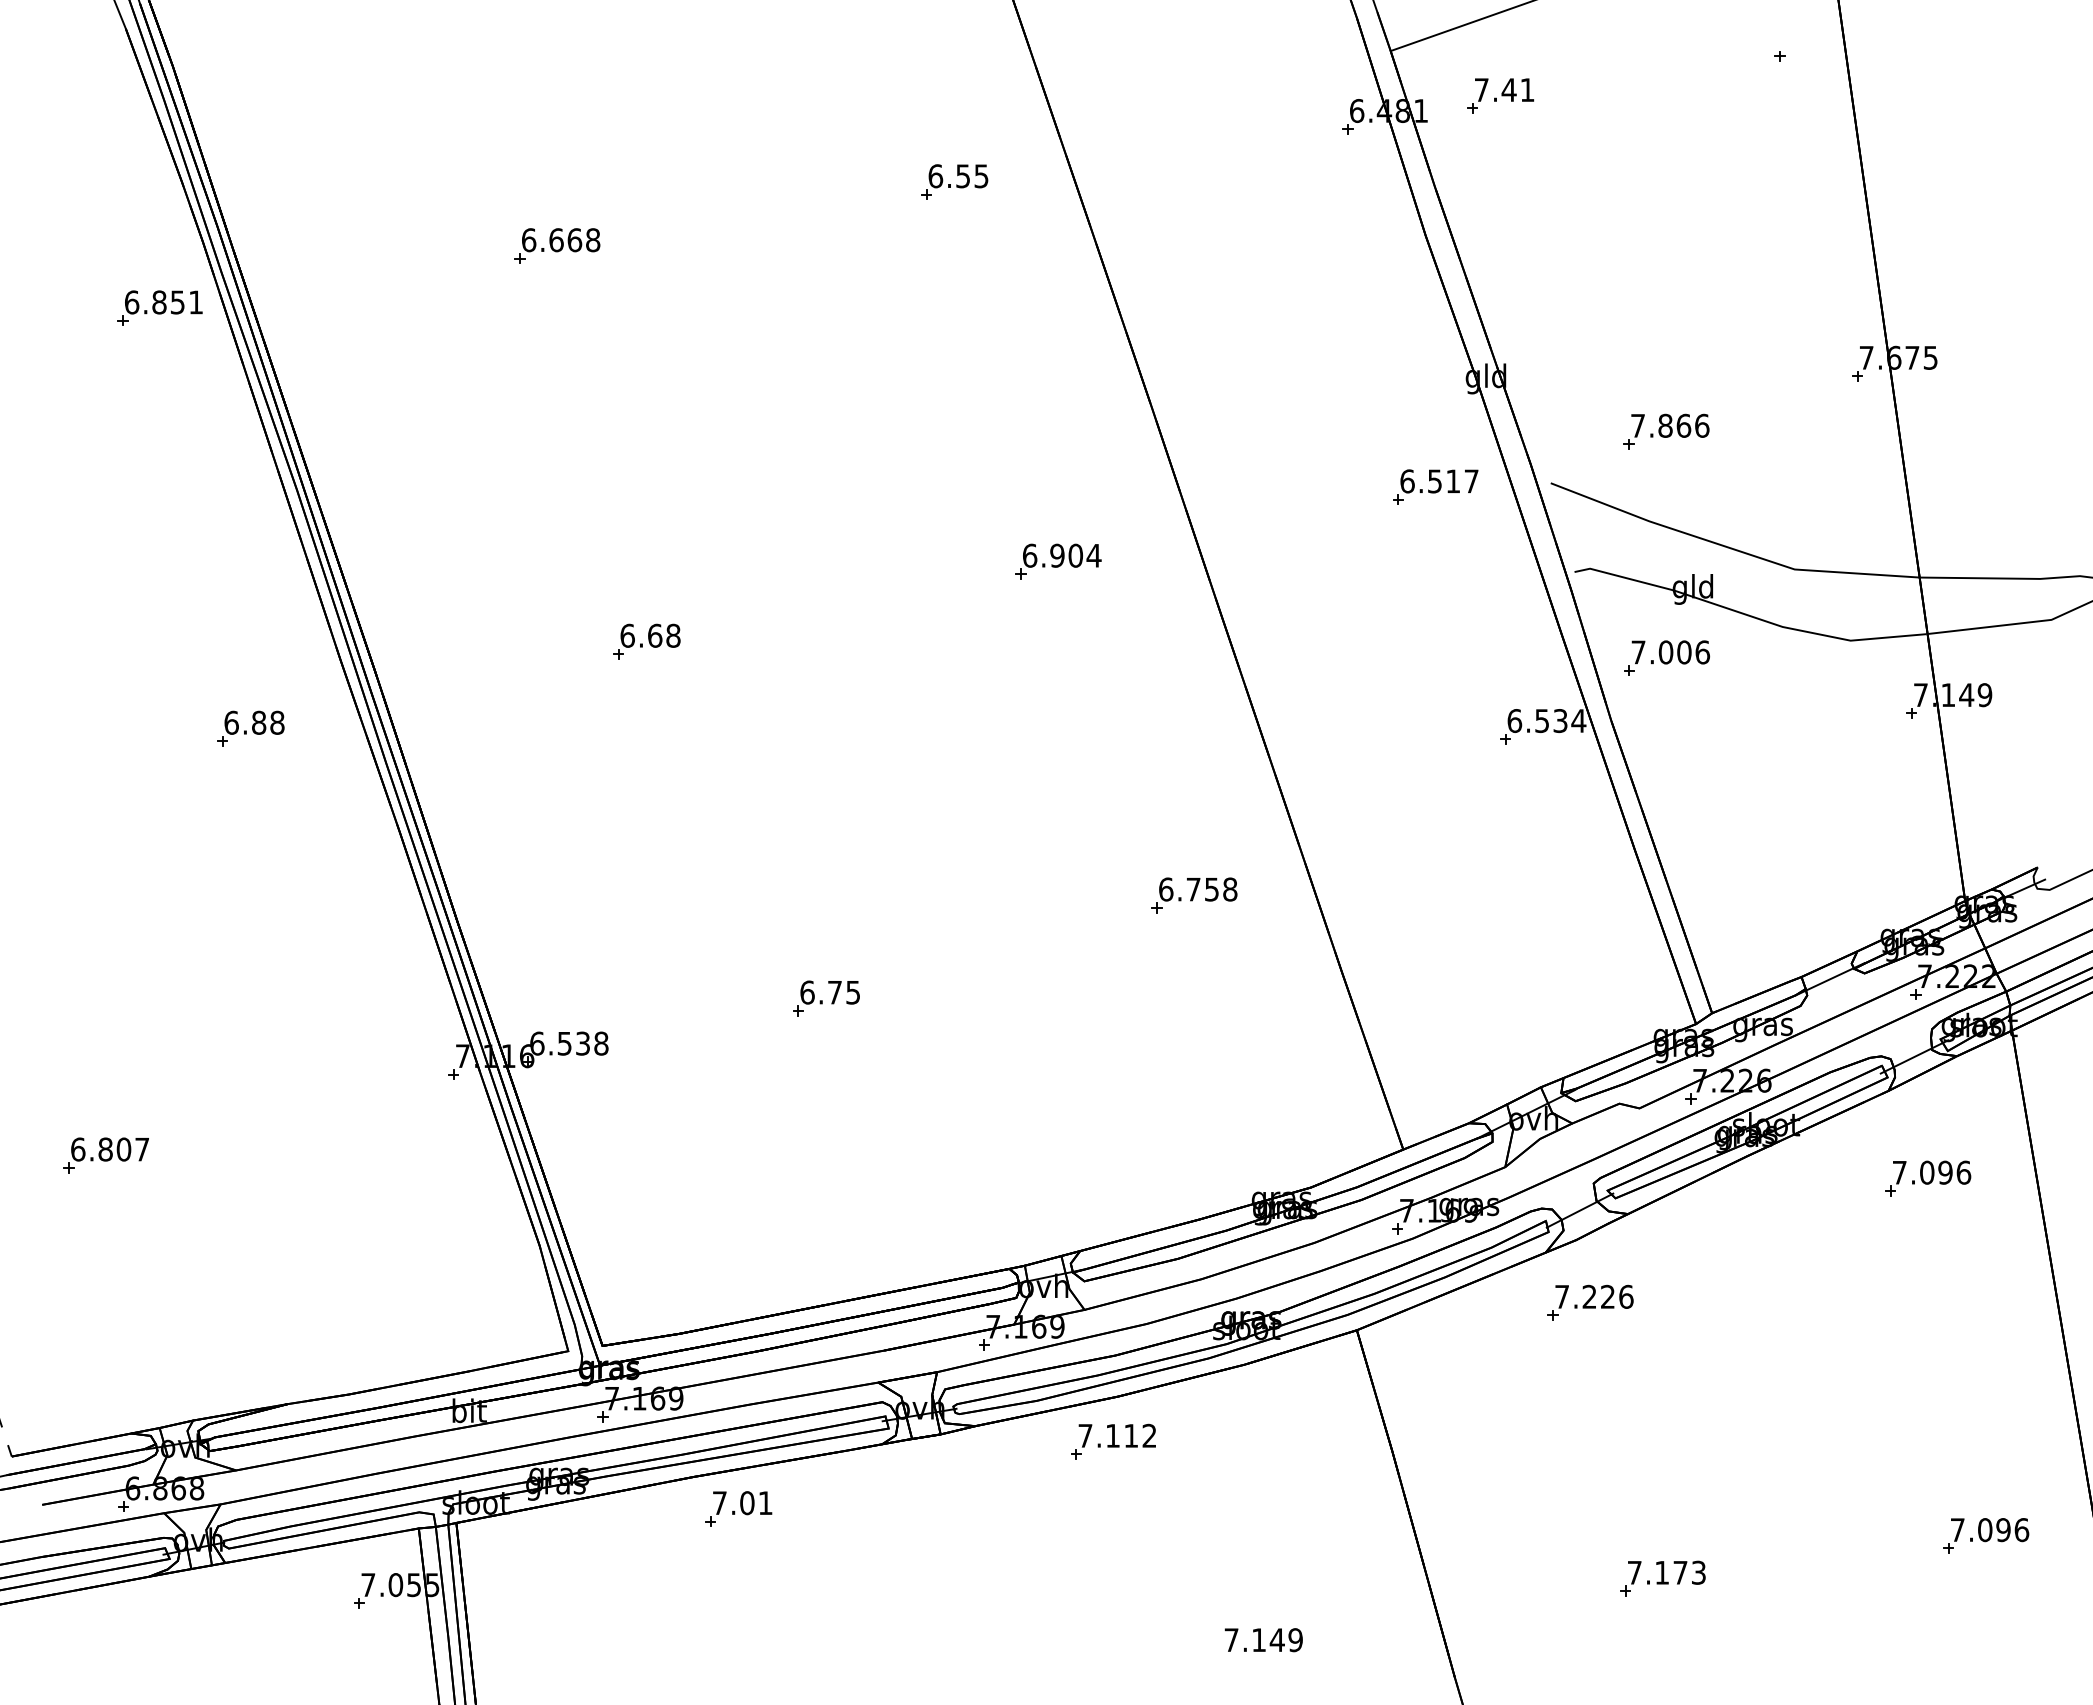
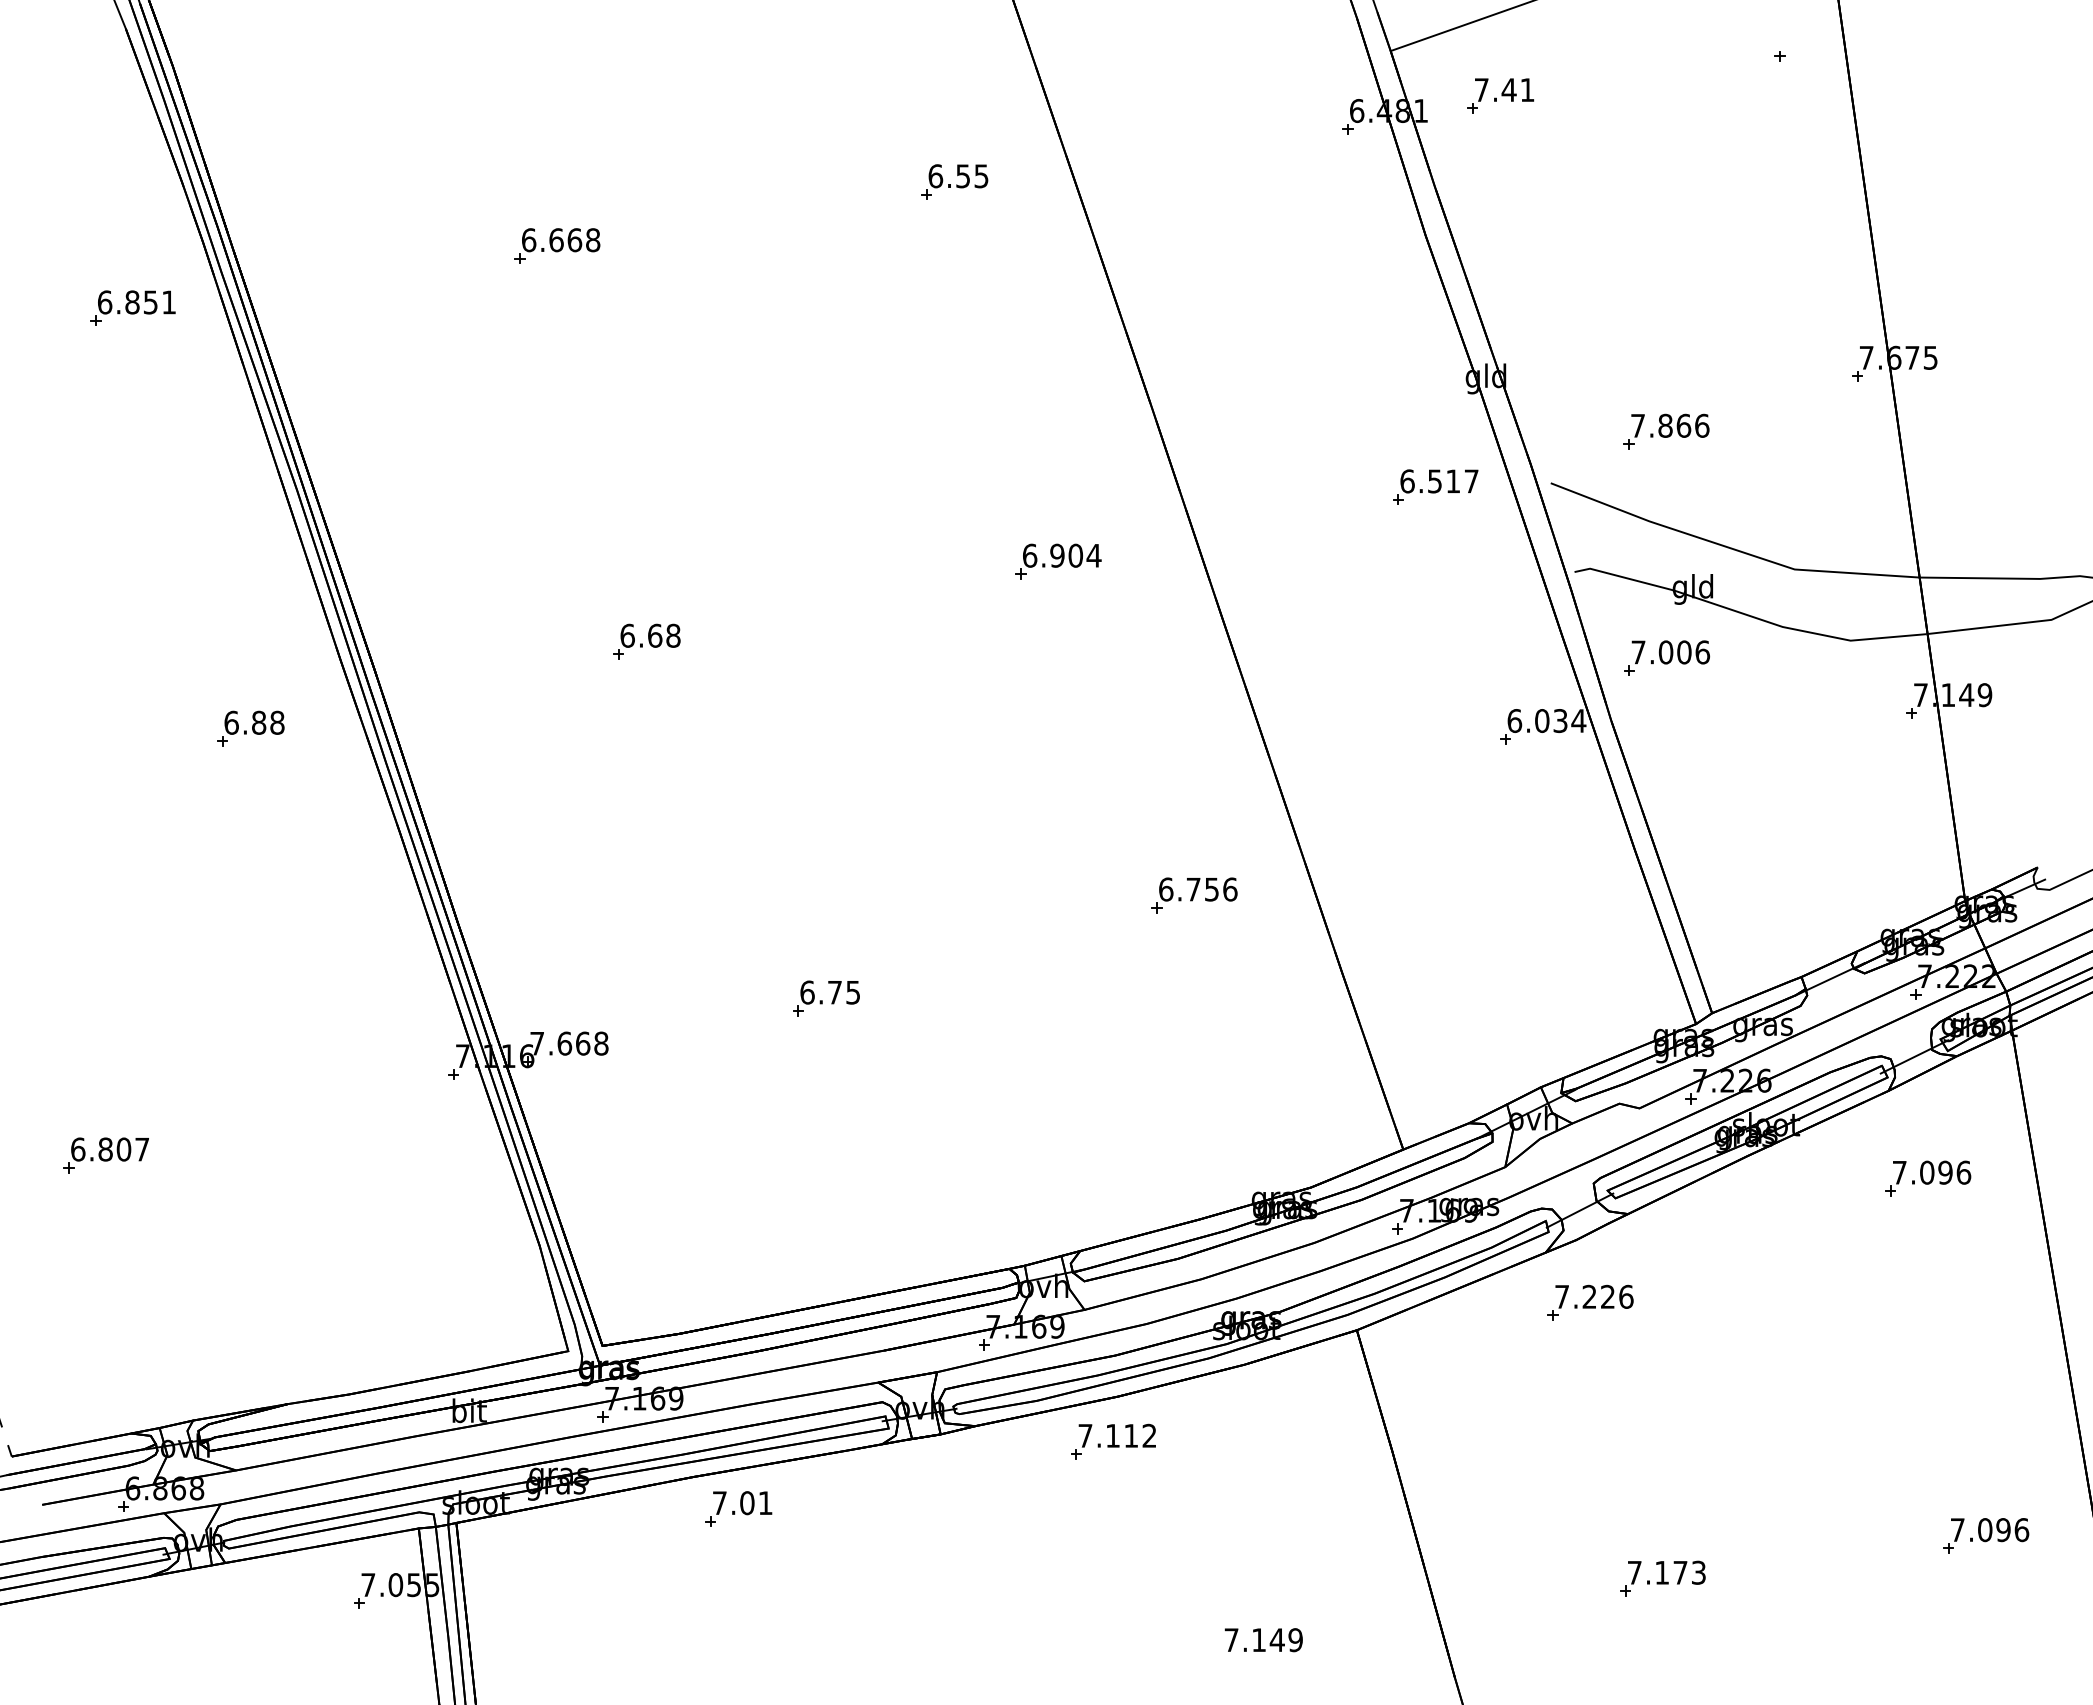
part at (159, 307) position: (159, 307) -> (132, 307)
text at (1542, 721): 6.534 -> 6.034
text at (1230, 889): 6.758 -> 6.756
text at (560, 1043): 6.538 -> 7.668
